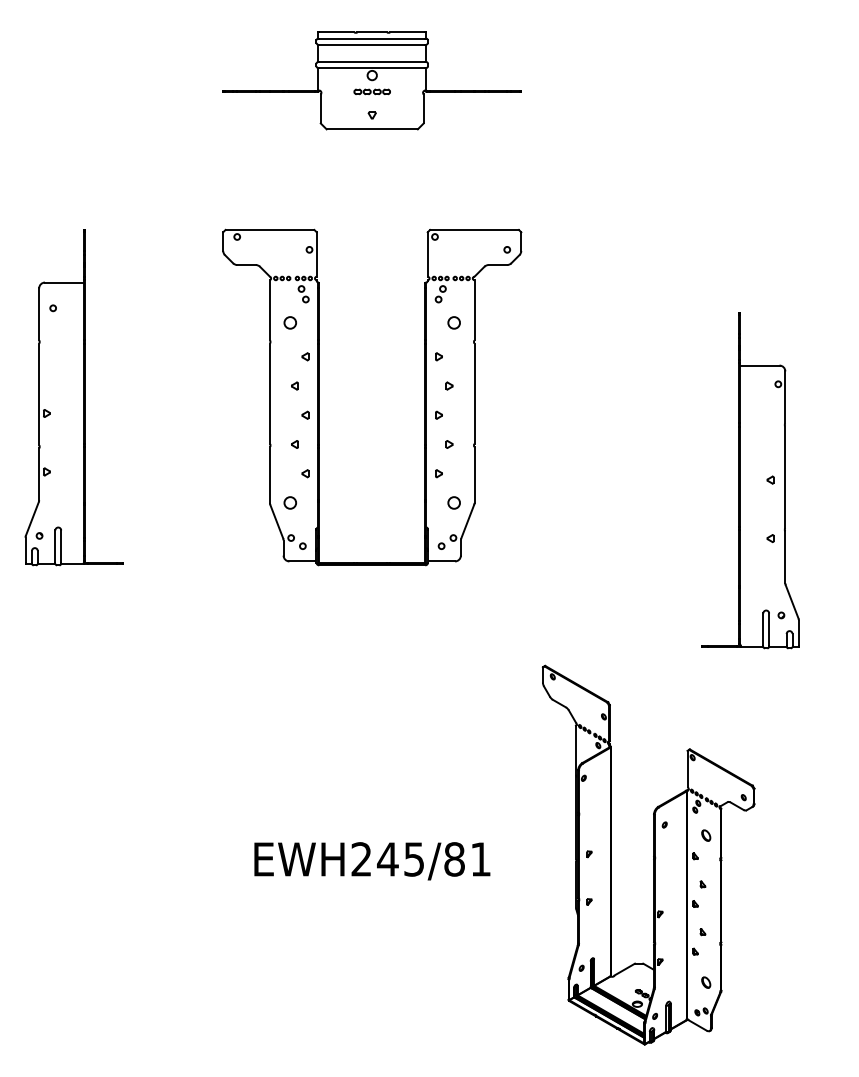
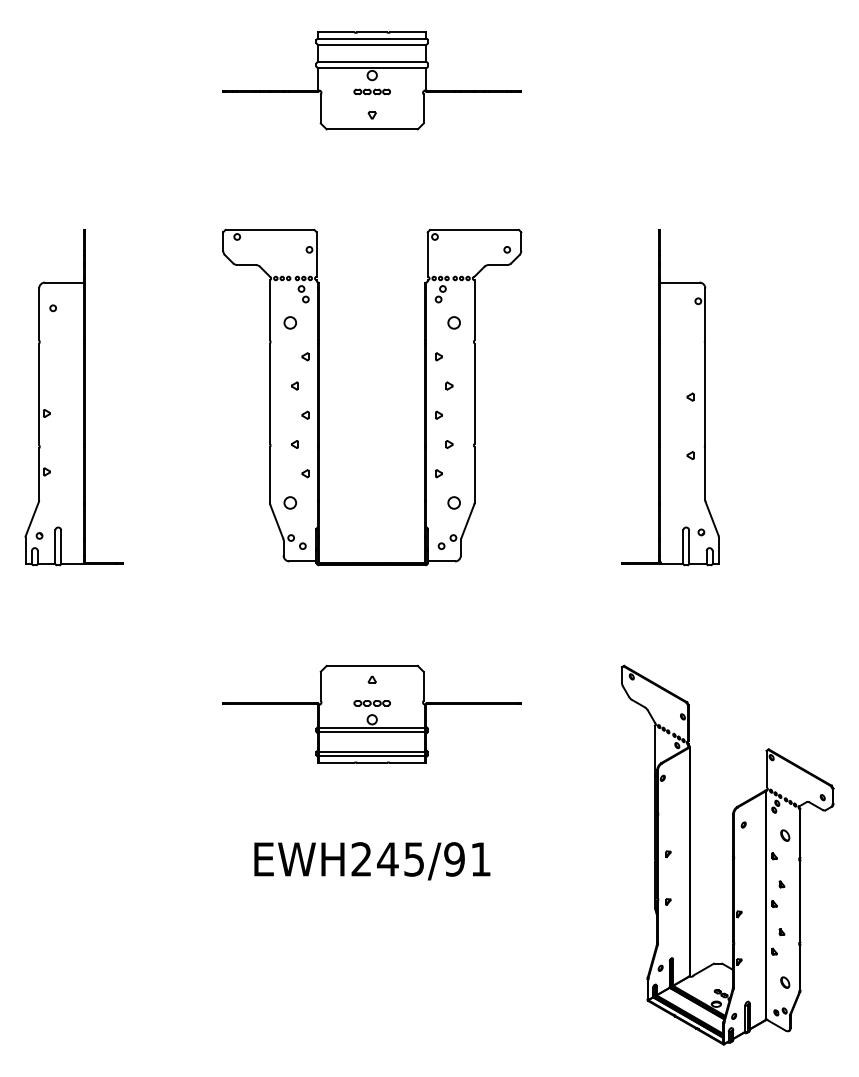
part at (750, 480) position: (750, 480) -> (670, 397)
part at (371, 713): none -> present
part at (648, 854) position: (648, 854) -> (727, 854)
text at (454, 859): EWH245/81 -> EWH245/91
